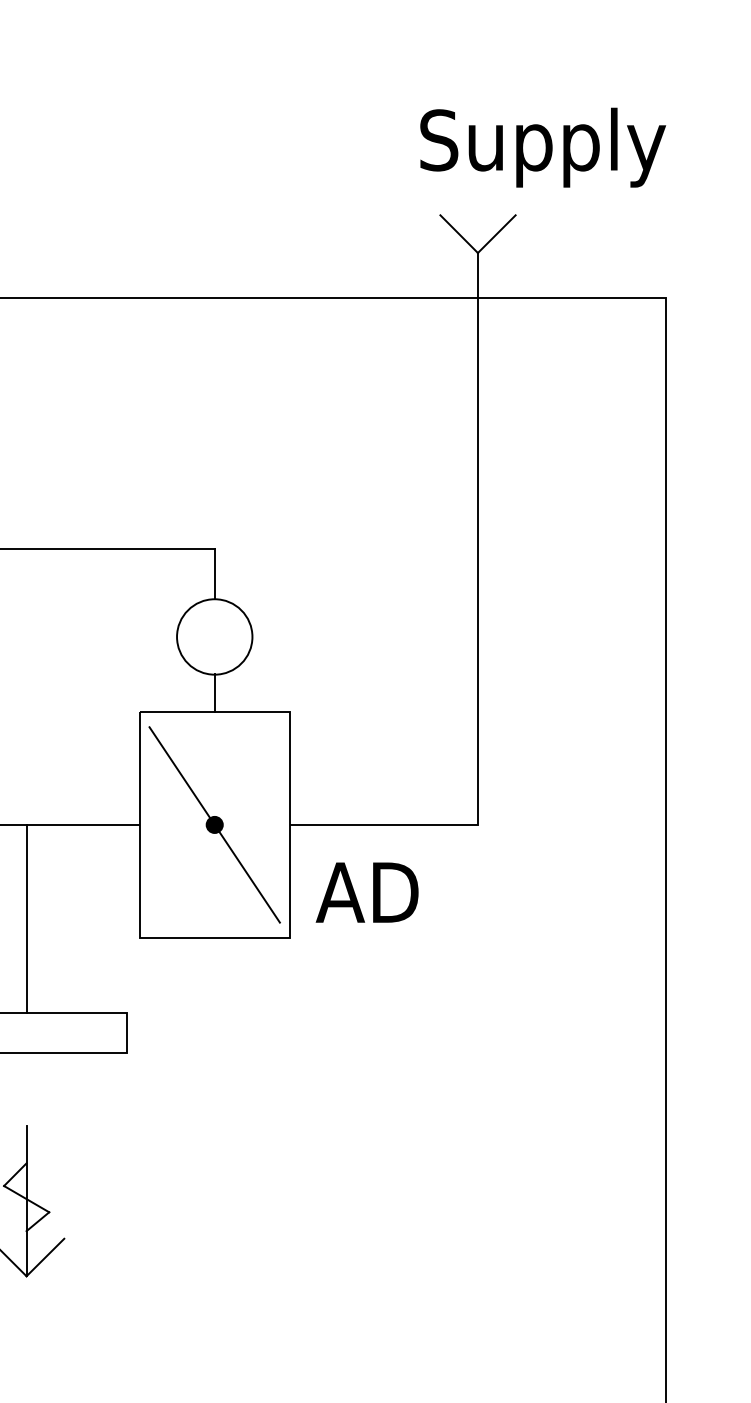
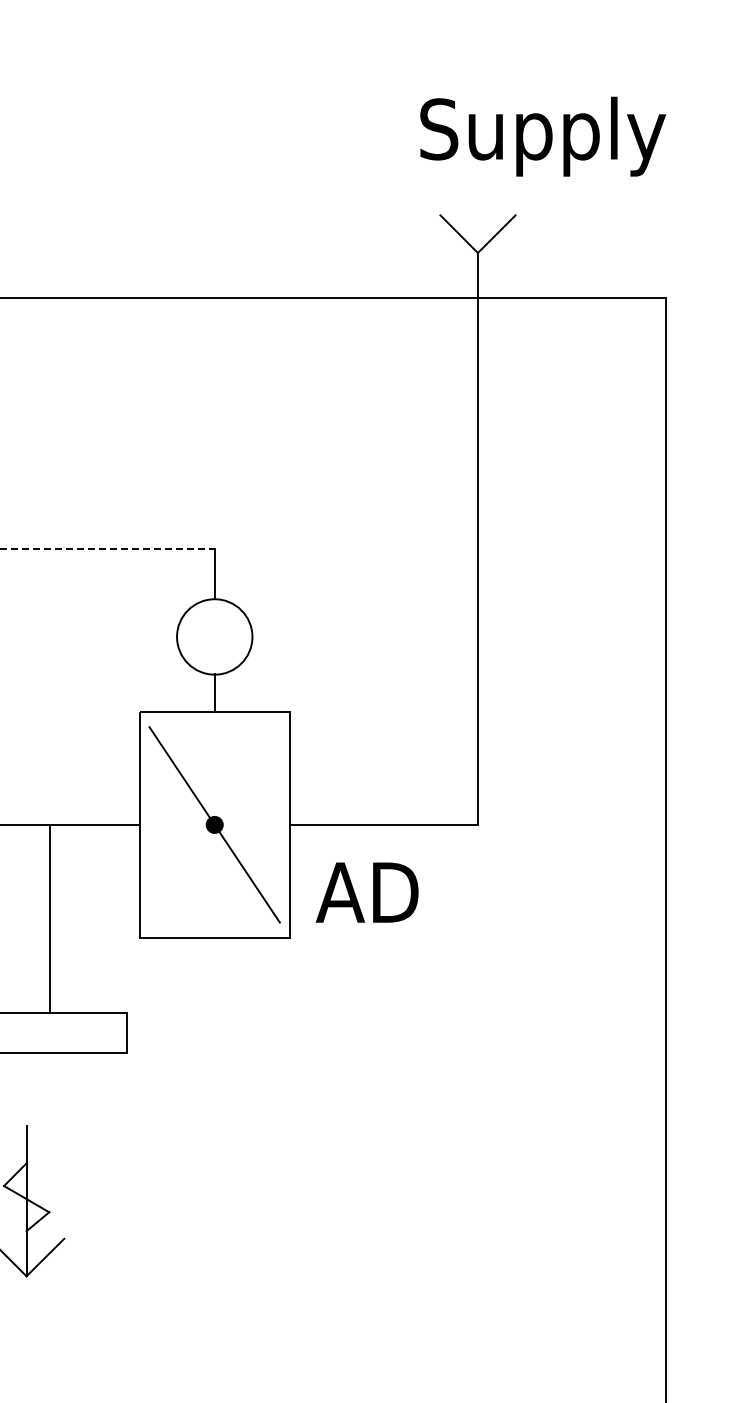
text at (543, 147) position: (543, 147) -> (543, 136)
line at (107, 549): solid -> dashed
line at (26, 918) position: (26, 918) -> (49, 918)
